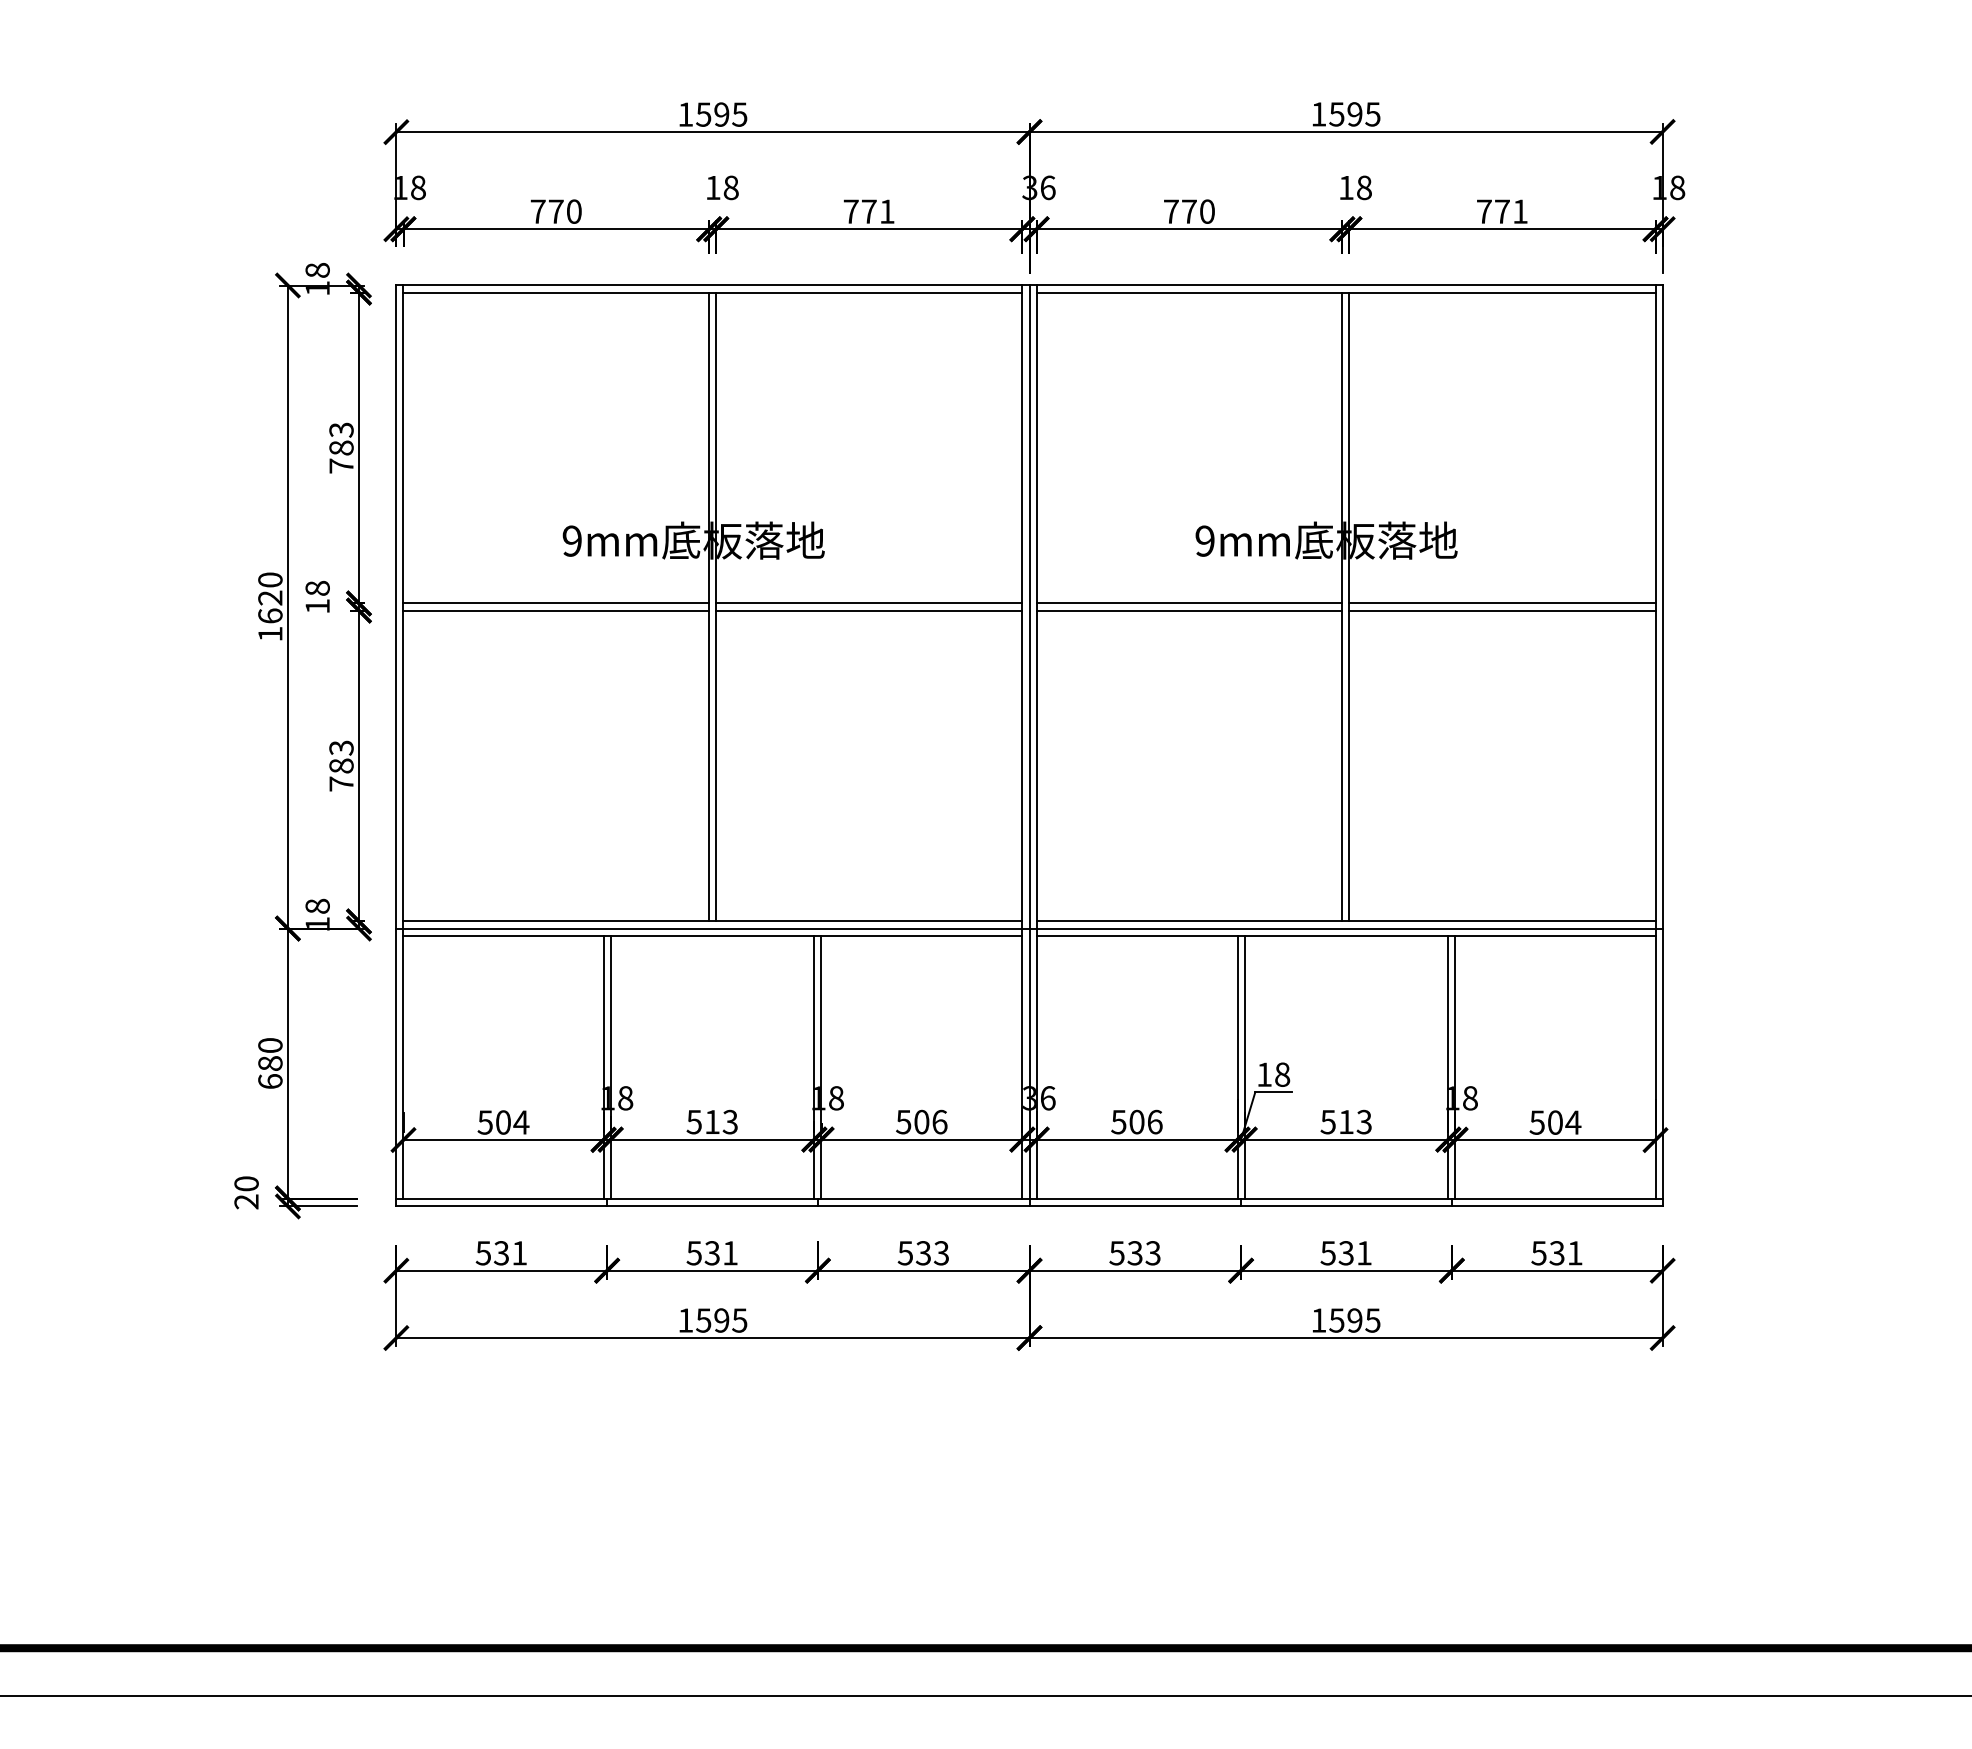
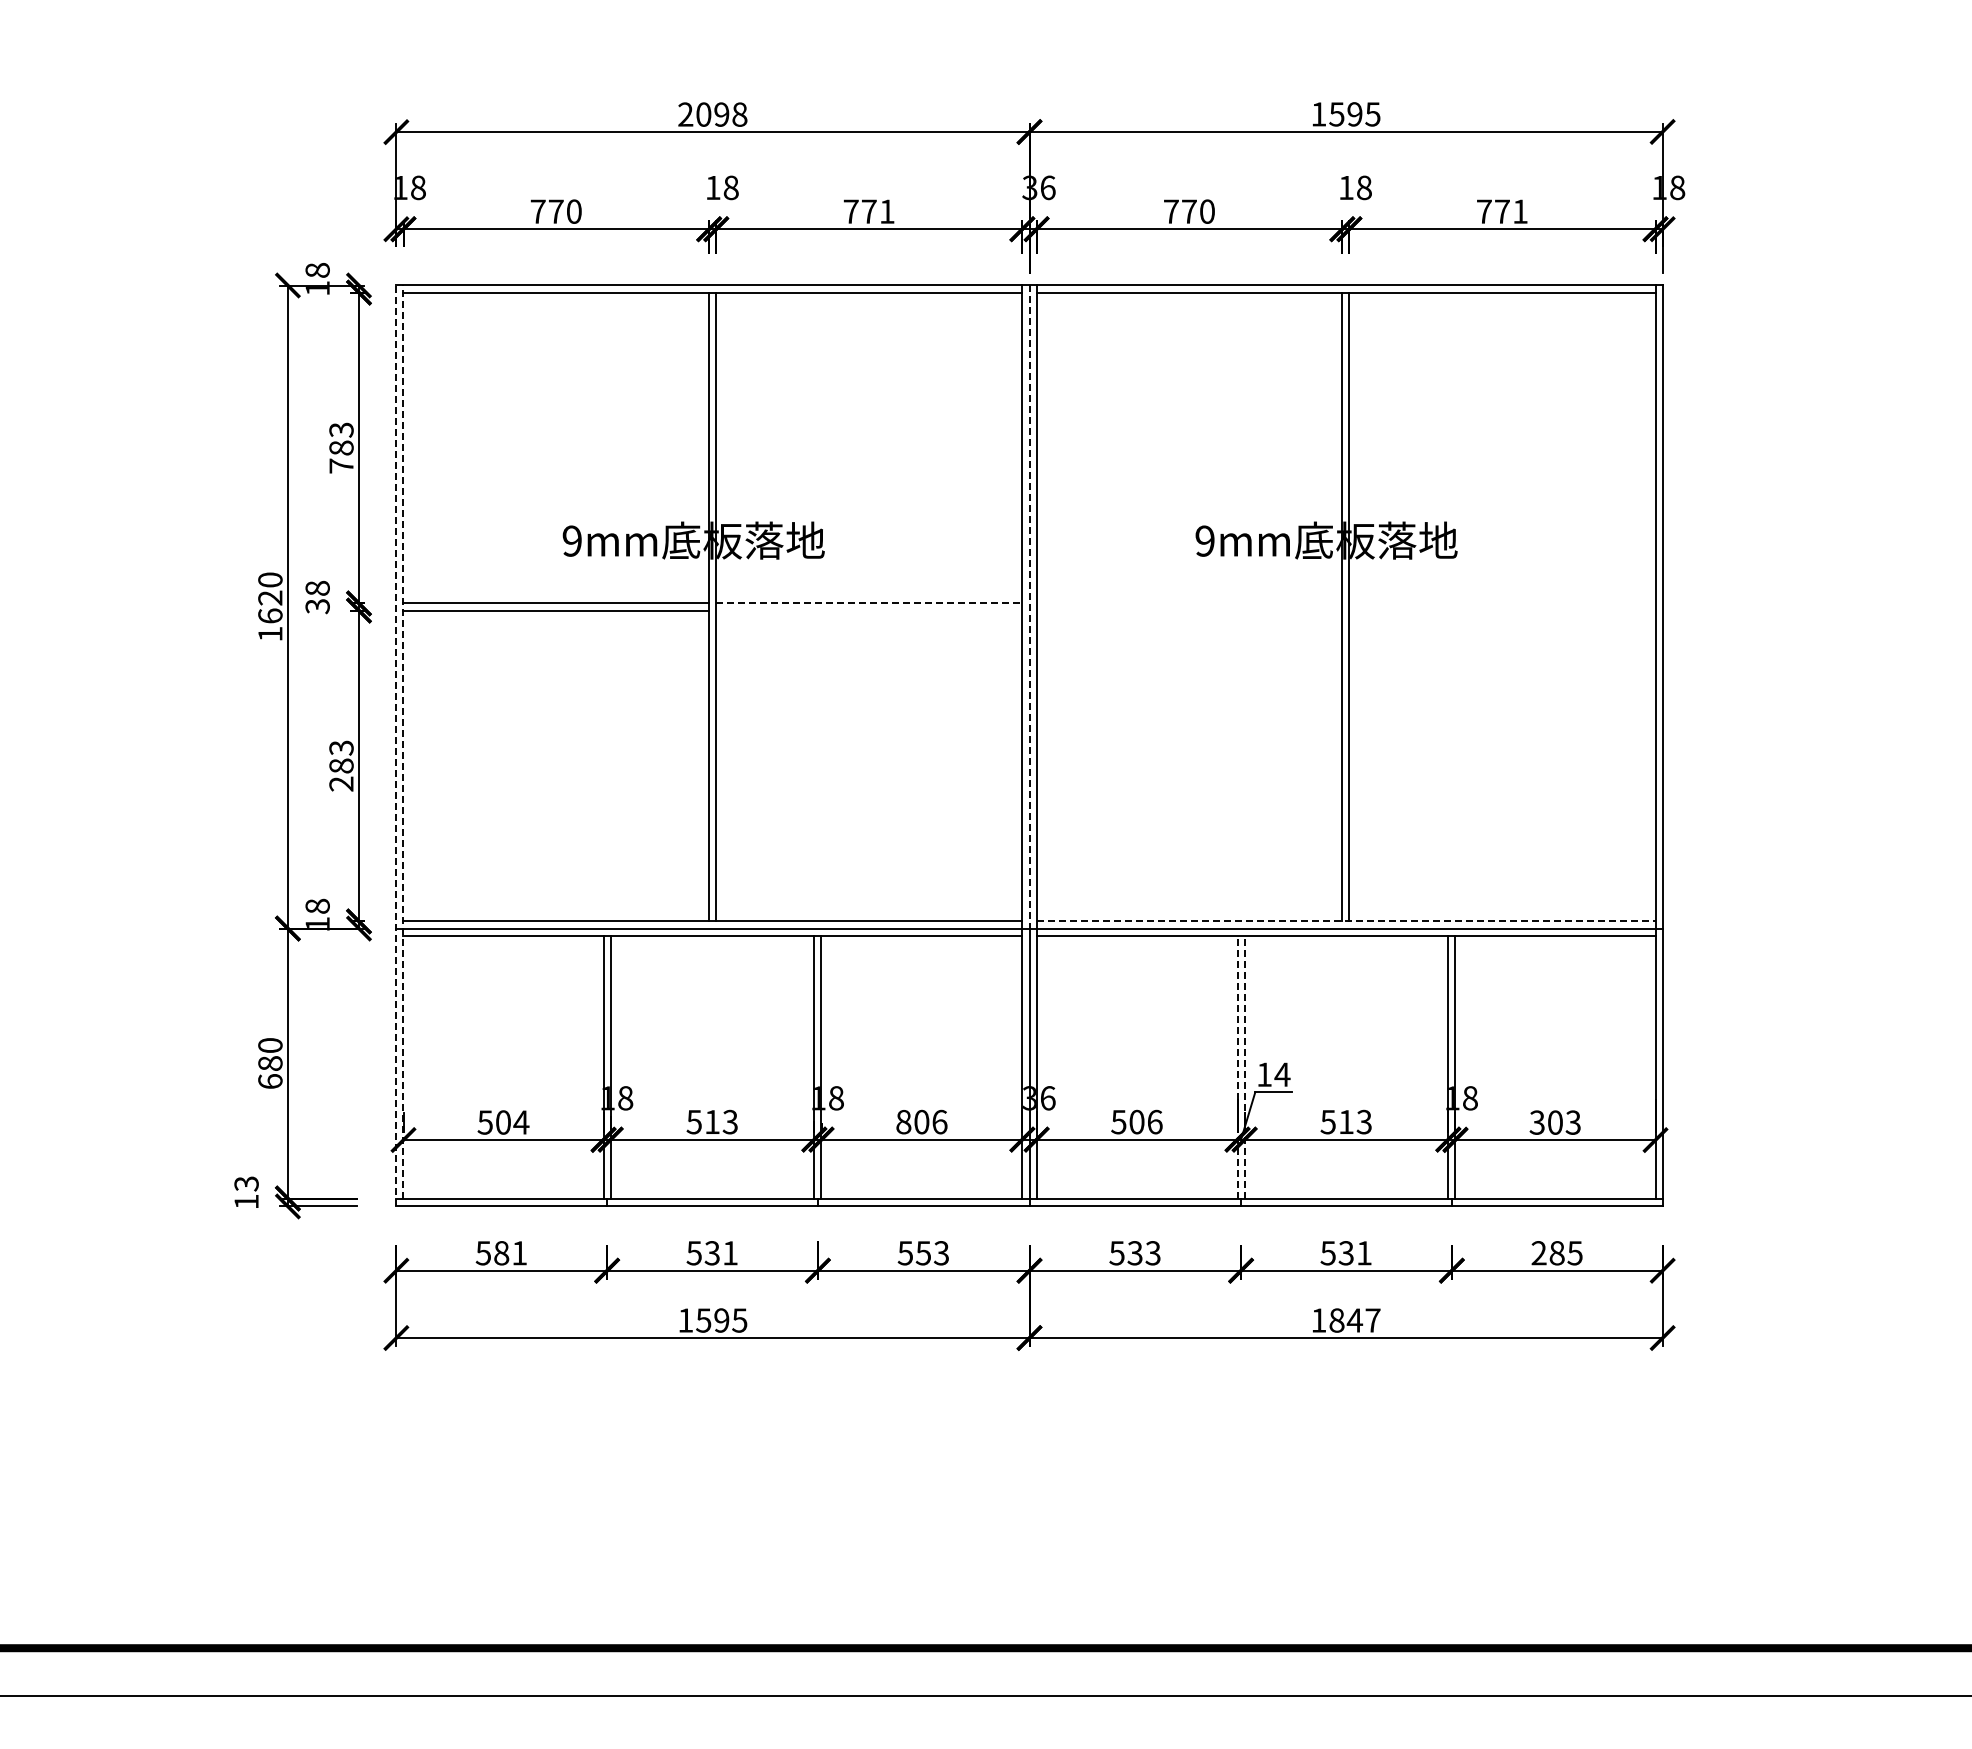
text at (712, 114): 1595 -> 2098
line at (869, 603): solid -> dashed
line at (1189, 603): present -> none
line at (1502, 603): present -> none
text at (317, 606): 18 -> 38
line at (1029, 607): solid -> dashed
line at (869, 610): present -> none
line at (1189, 610): present -> none
line at (1502, 610): present -> none
line at (403, 742): solid -> dashed
line at (396, 745): solid -> dashed
text at (341, 783): 783 -> 283
line at (1346, 921): solid -> dashed
line at (1237, 1066): solid -> dashed
line at (1244, 1066): solid -> dashed
text at (1282, 1074): 18 -> 14
text at (903, 1122): 506 -> 806
text at (1555, 1122): 504 -> 303
text at (246, 1192): 20 -> 13
text at (501, 1253): 531 -> 581
text at (923, 1253): 533 -> 553
text at (1556, 1253): 531 -> 285
text at (1354, 1320): 1595 -> 1847
